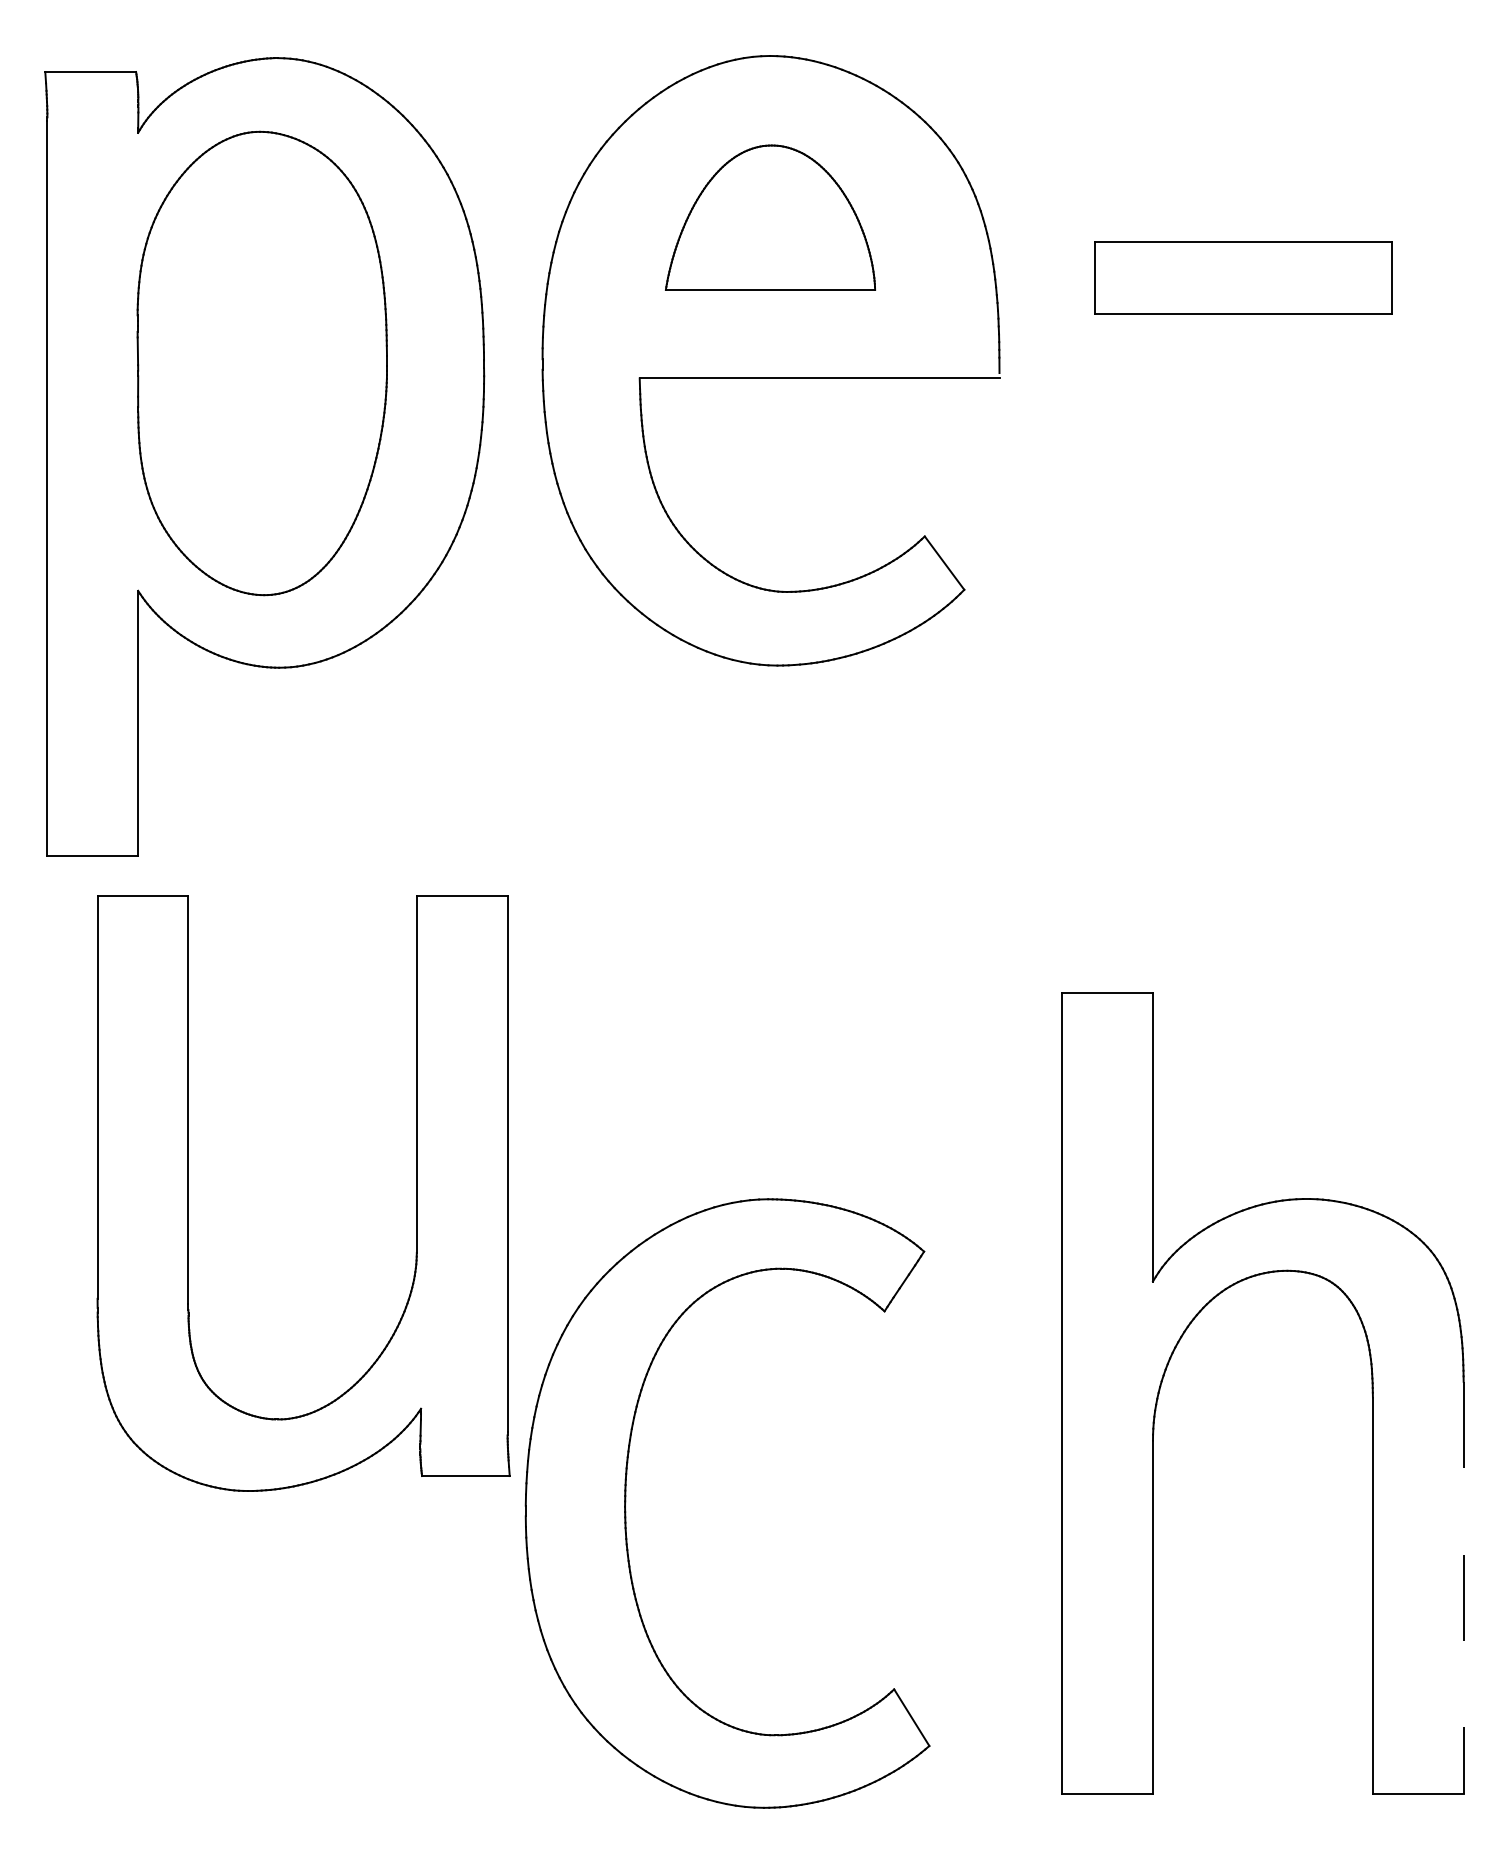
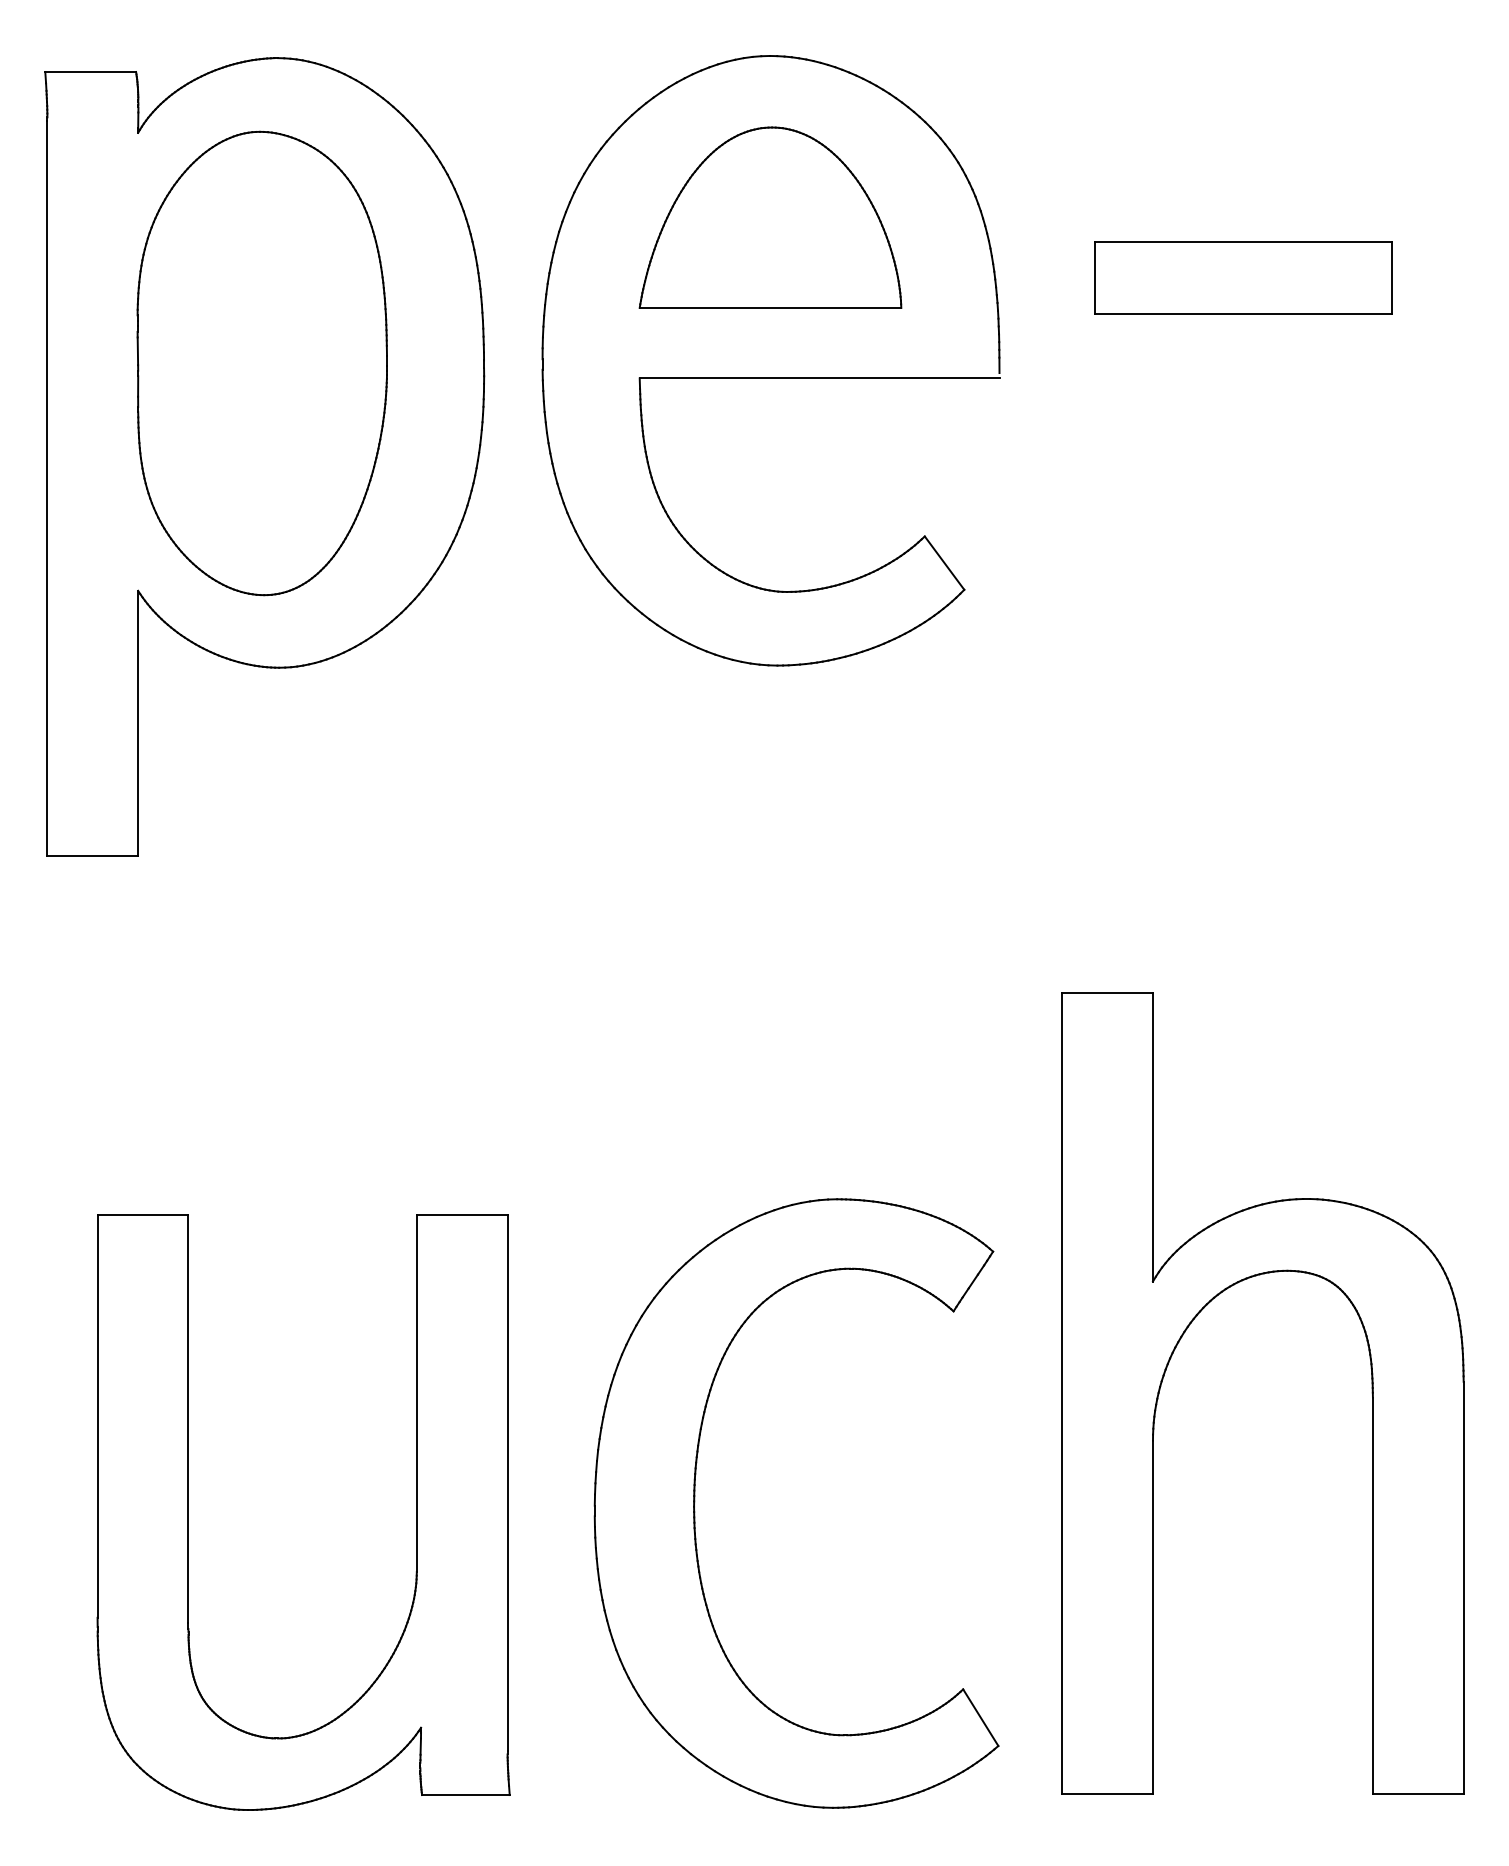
part at (770, 217) size: 211x147 px -> 265x183 px
part at (416, 1193) position: (416, 1193) -> (416, 1512)
part at (626, 1502) position: (626, 1502) -> (695, 1502)
line at (1463, 1588): dashed -> solid
